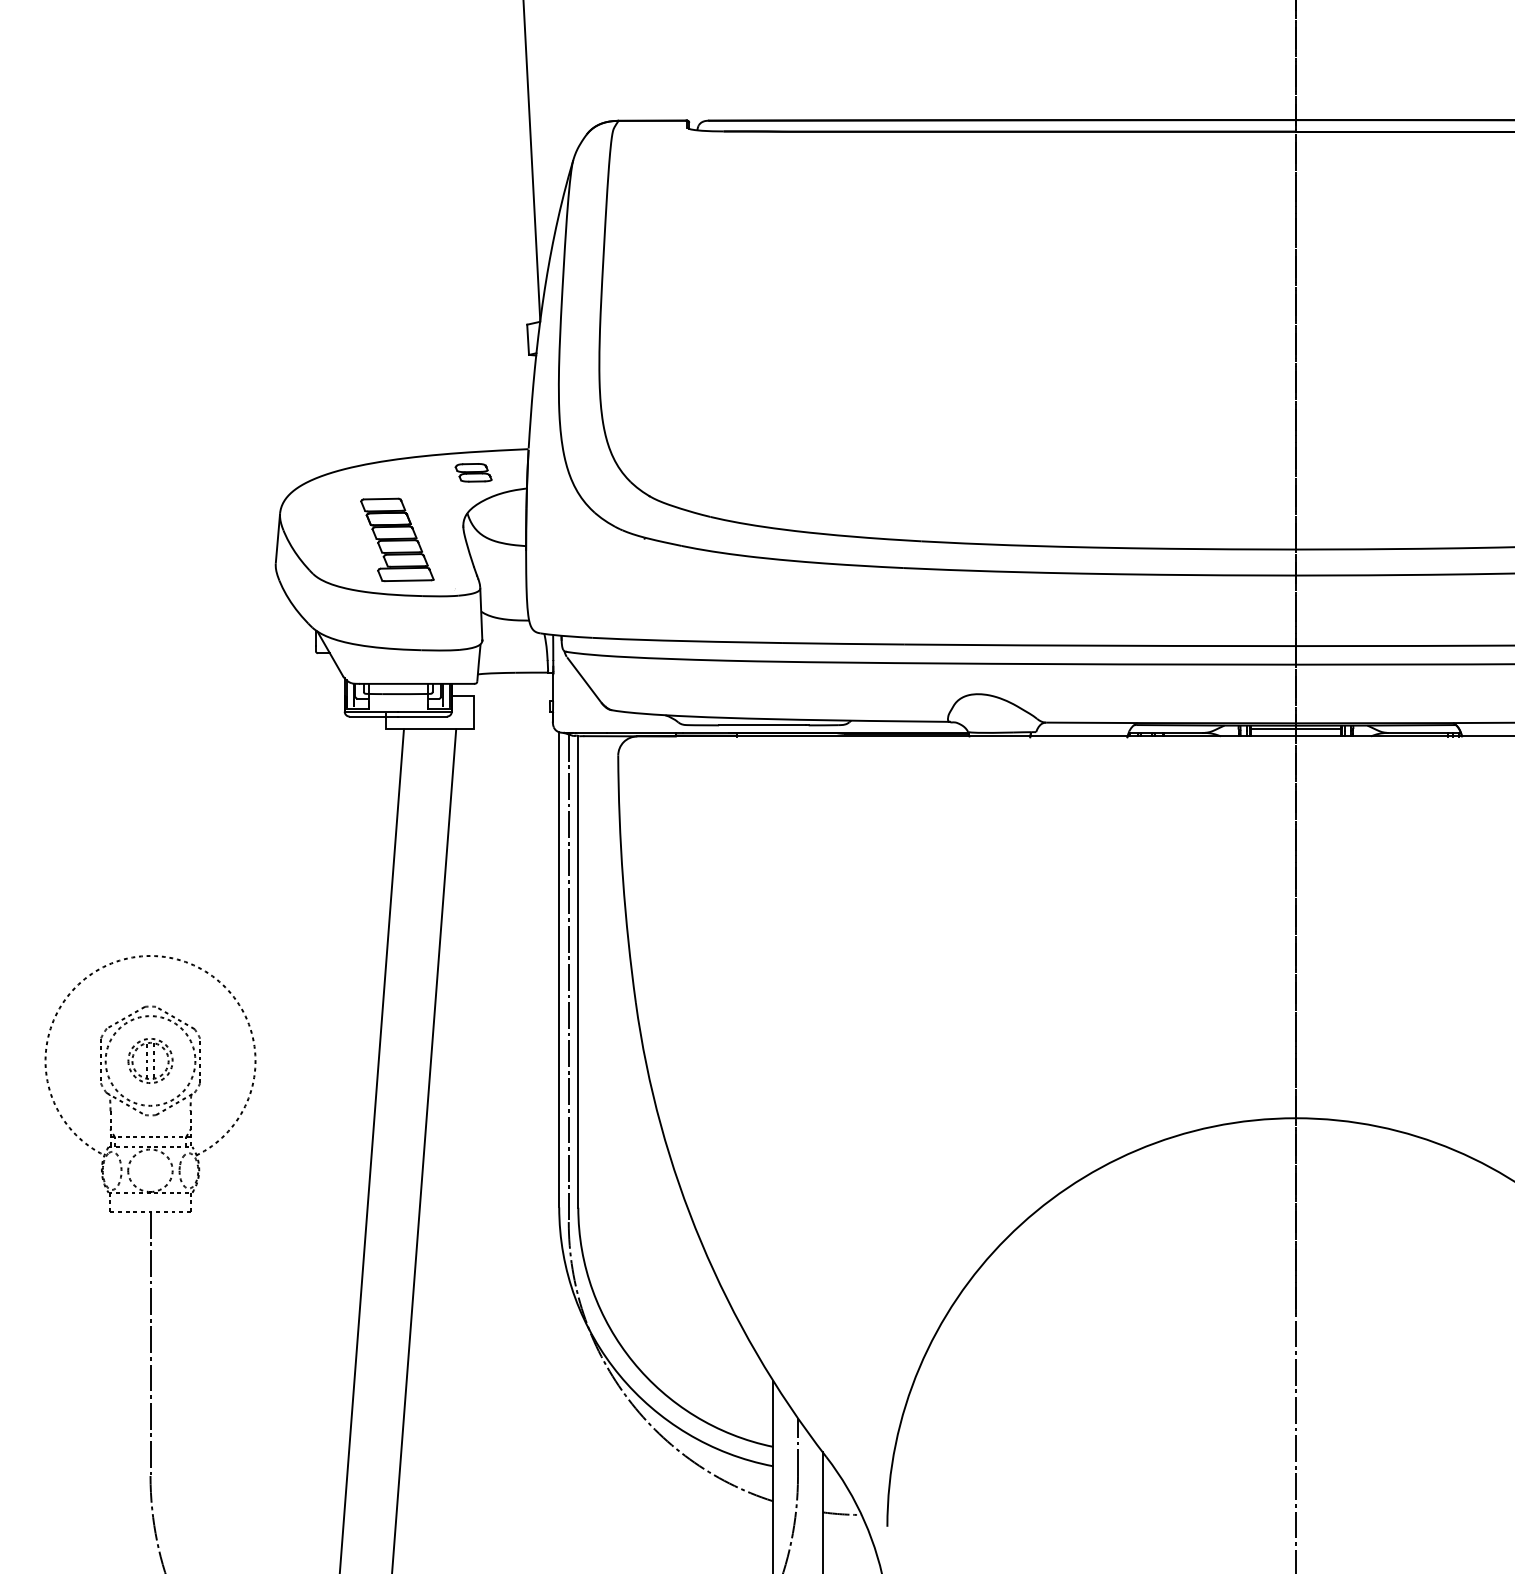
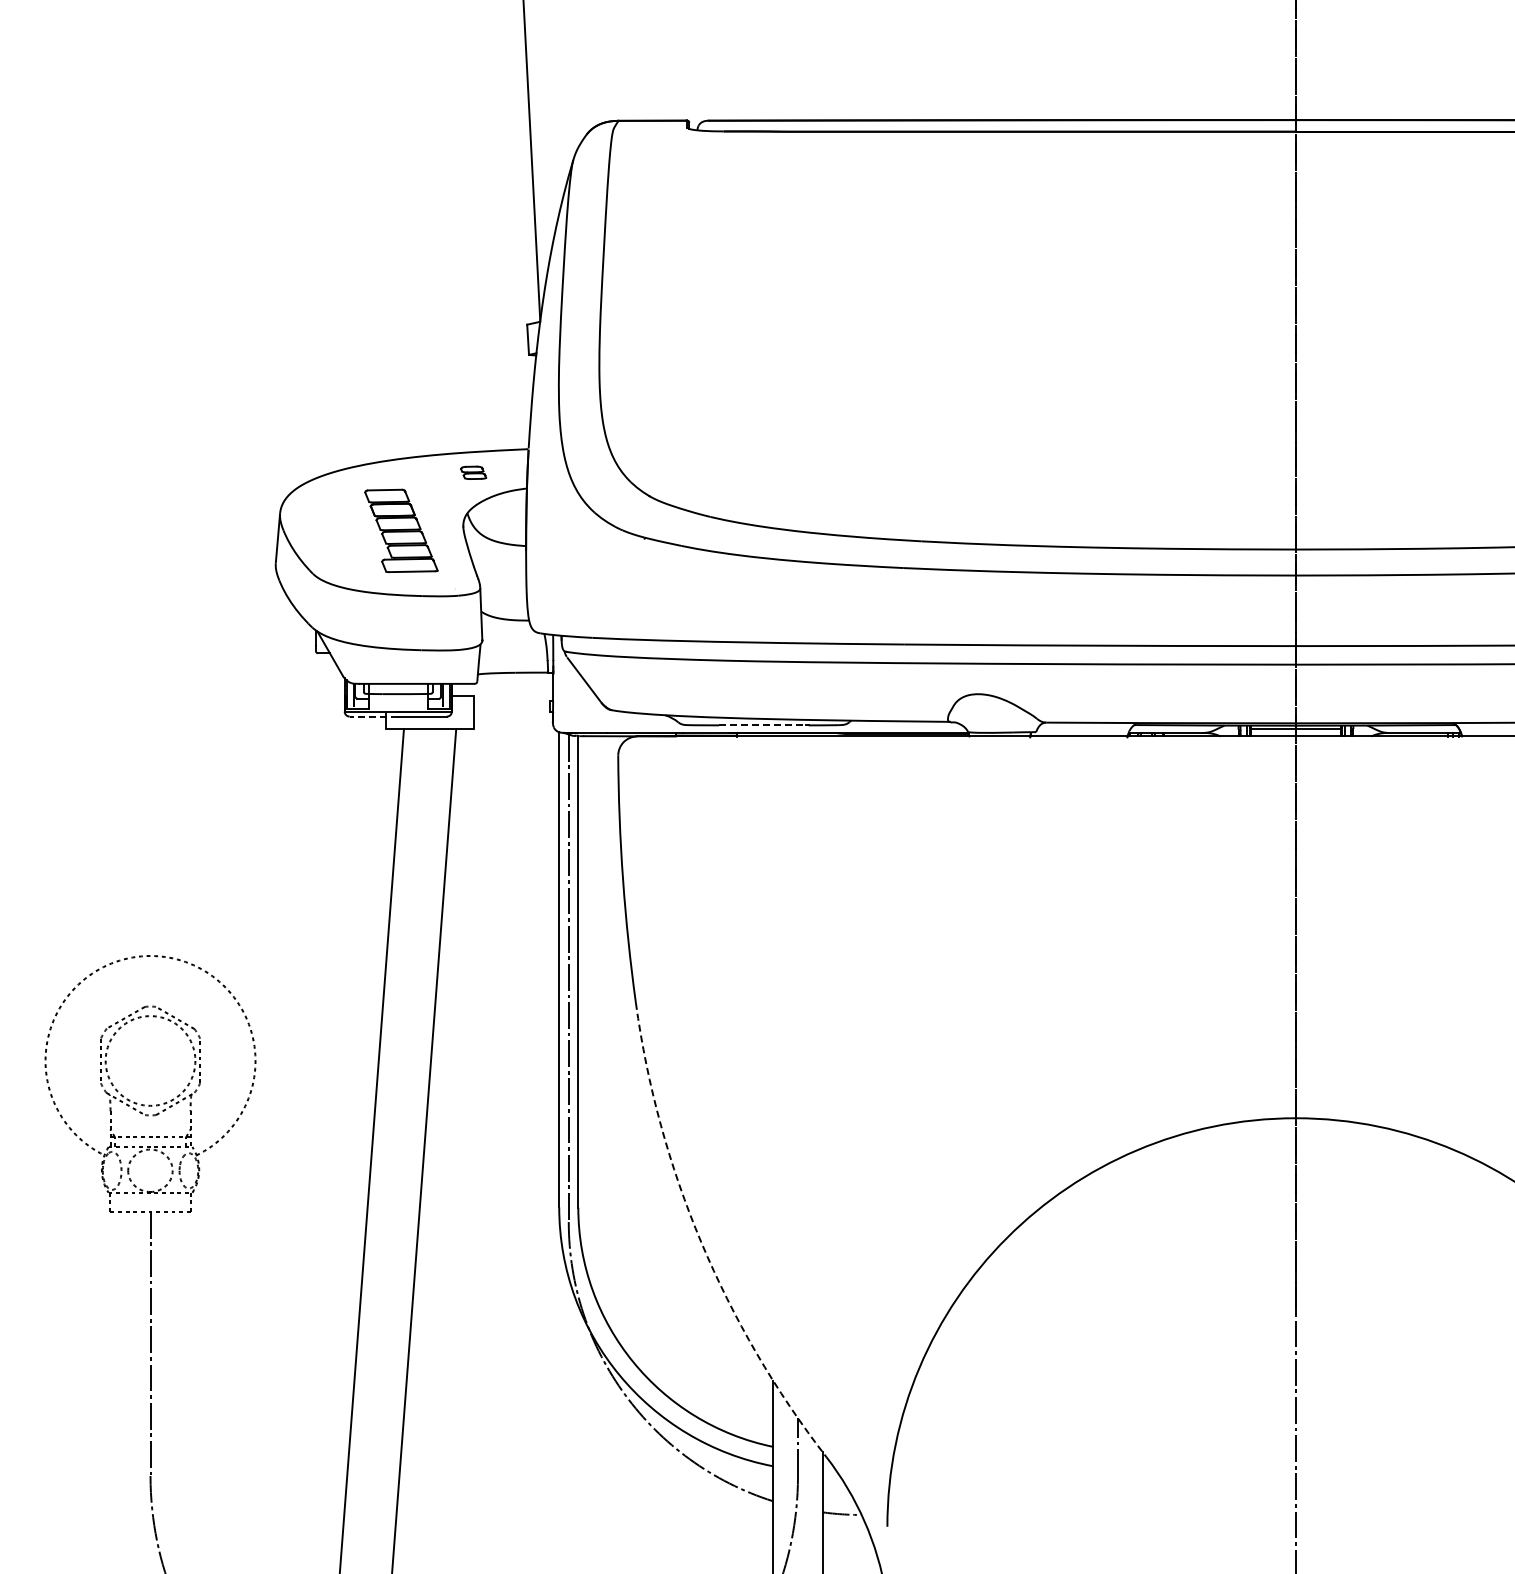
part at (473, 472) size: 39x20 px -> 28x15 px
part at (397, 539) position: (397, 539) -> (401, 530)
line at (373, 716): solid -> dashed
line at (762, 725): solid -> dashed
part at (150, 1060): present -> none
arc at (701, 1242): solid -> dashed
